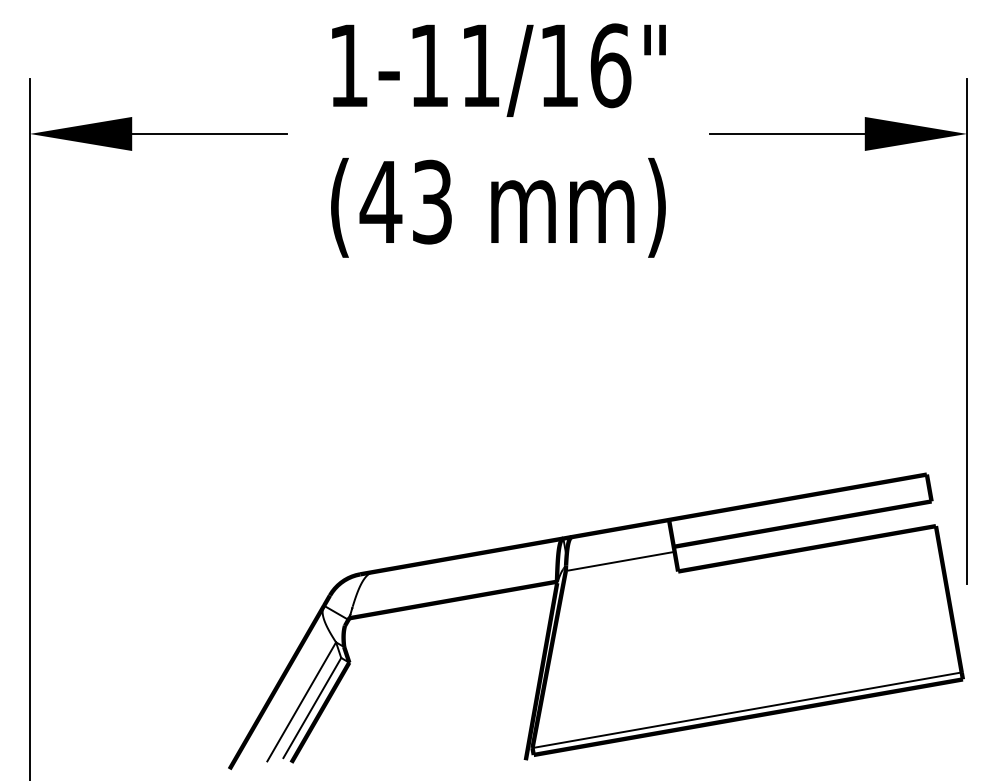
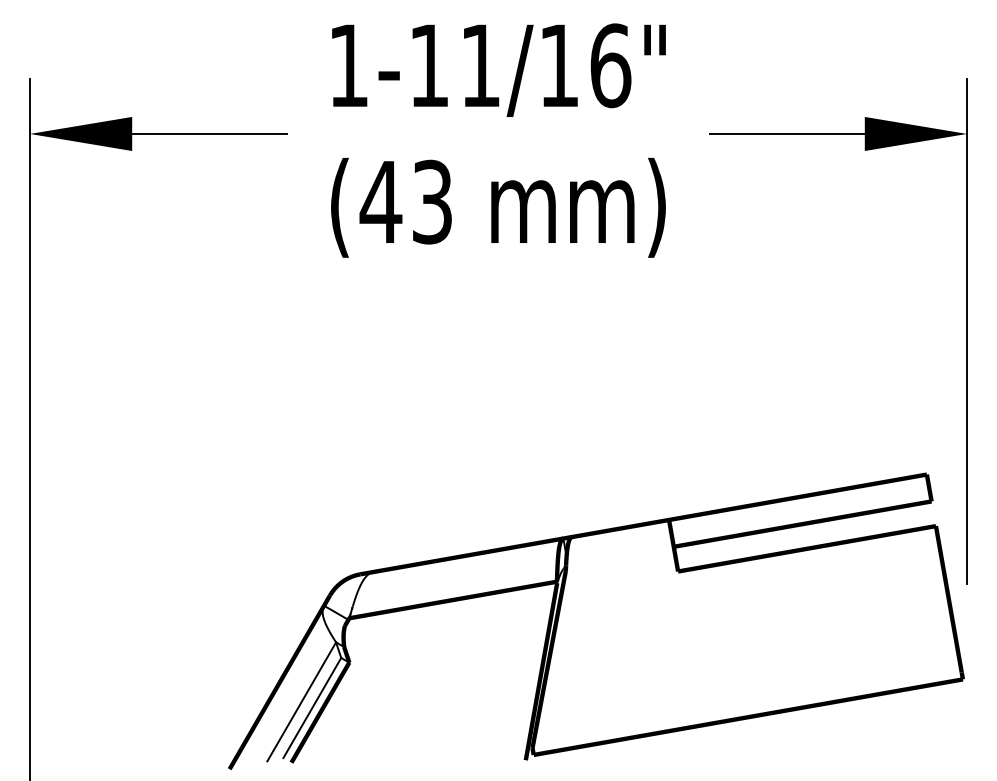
line at (619, 561): present -> none
line at (746, 710): present -> none
